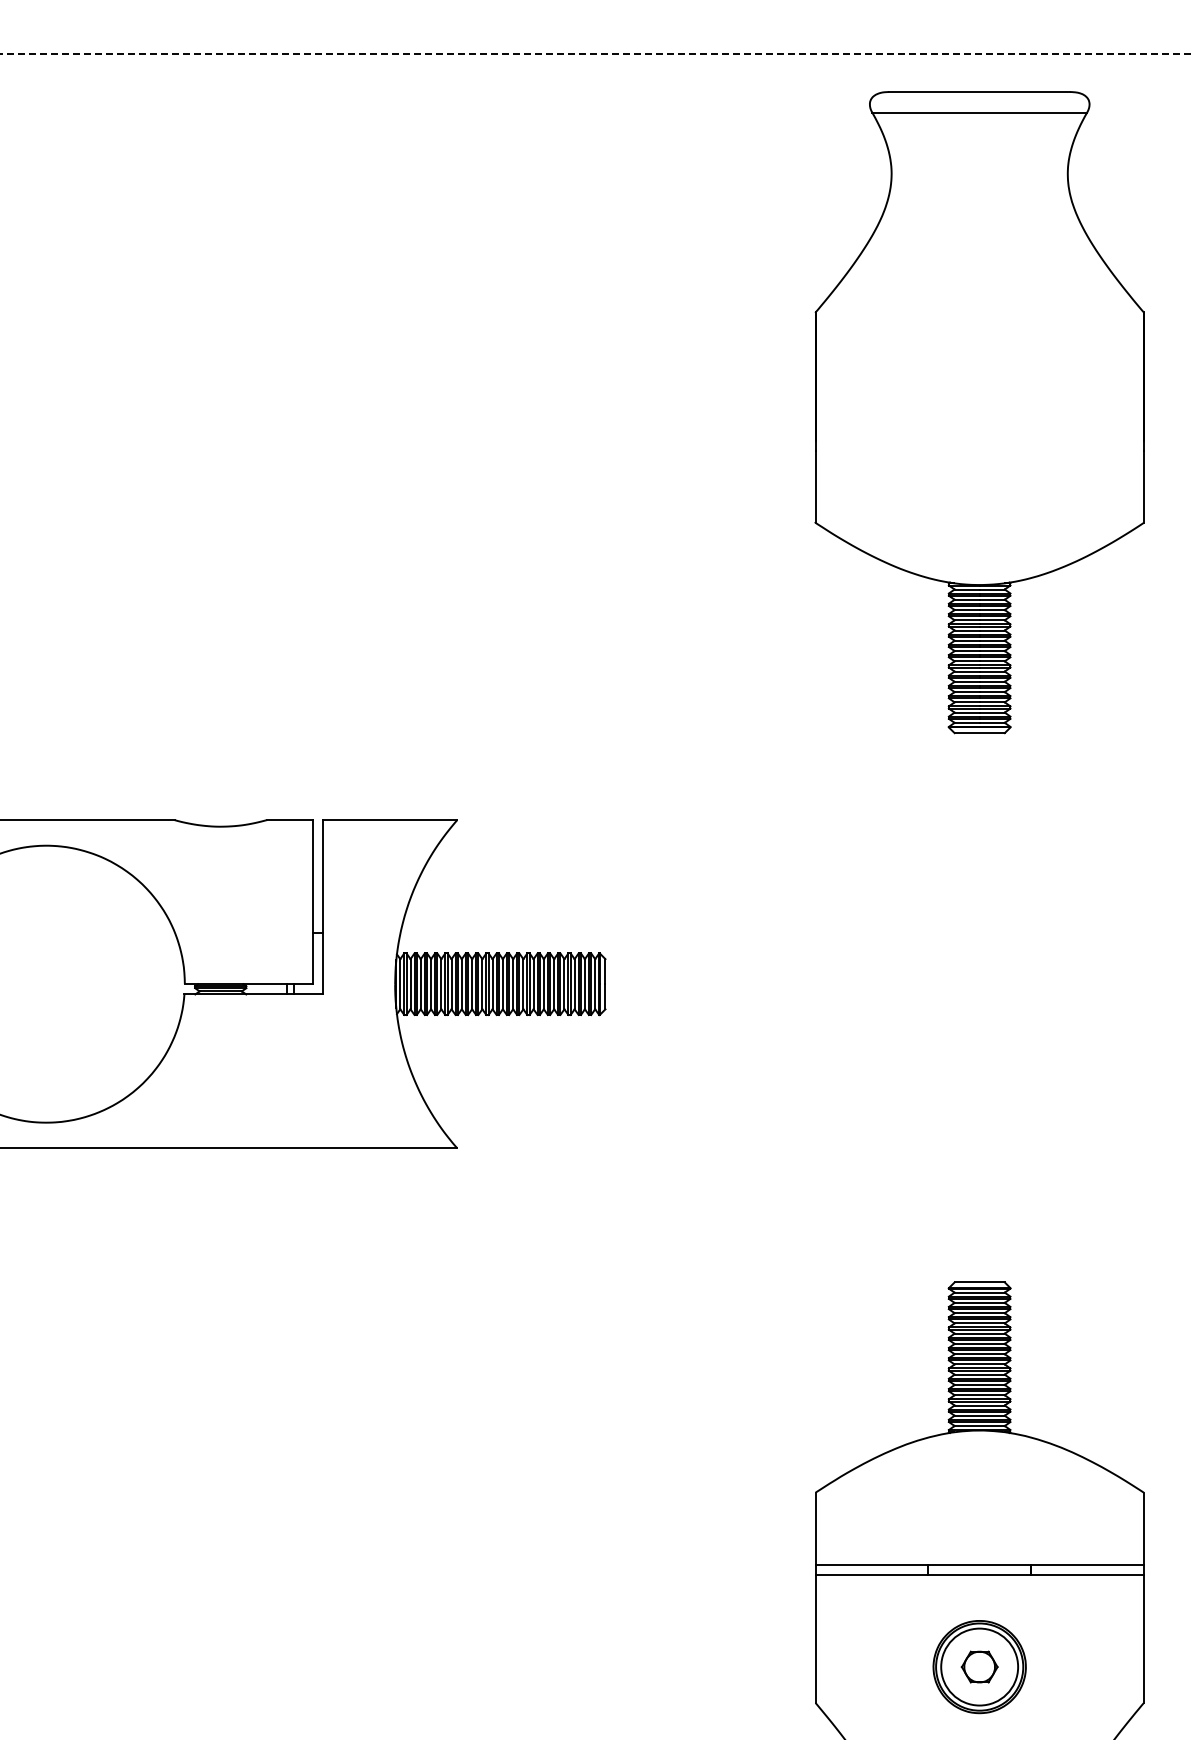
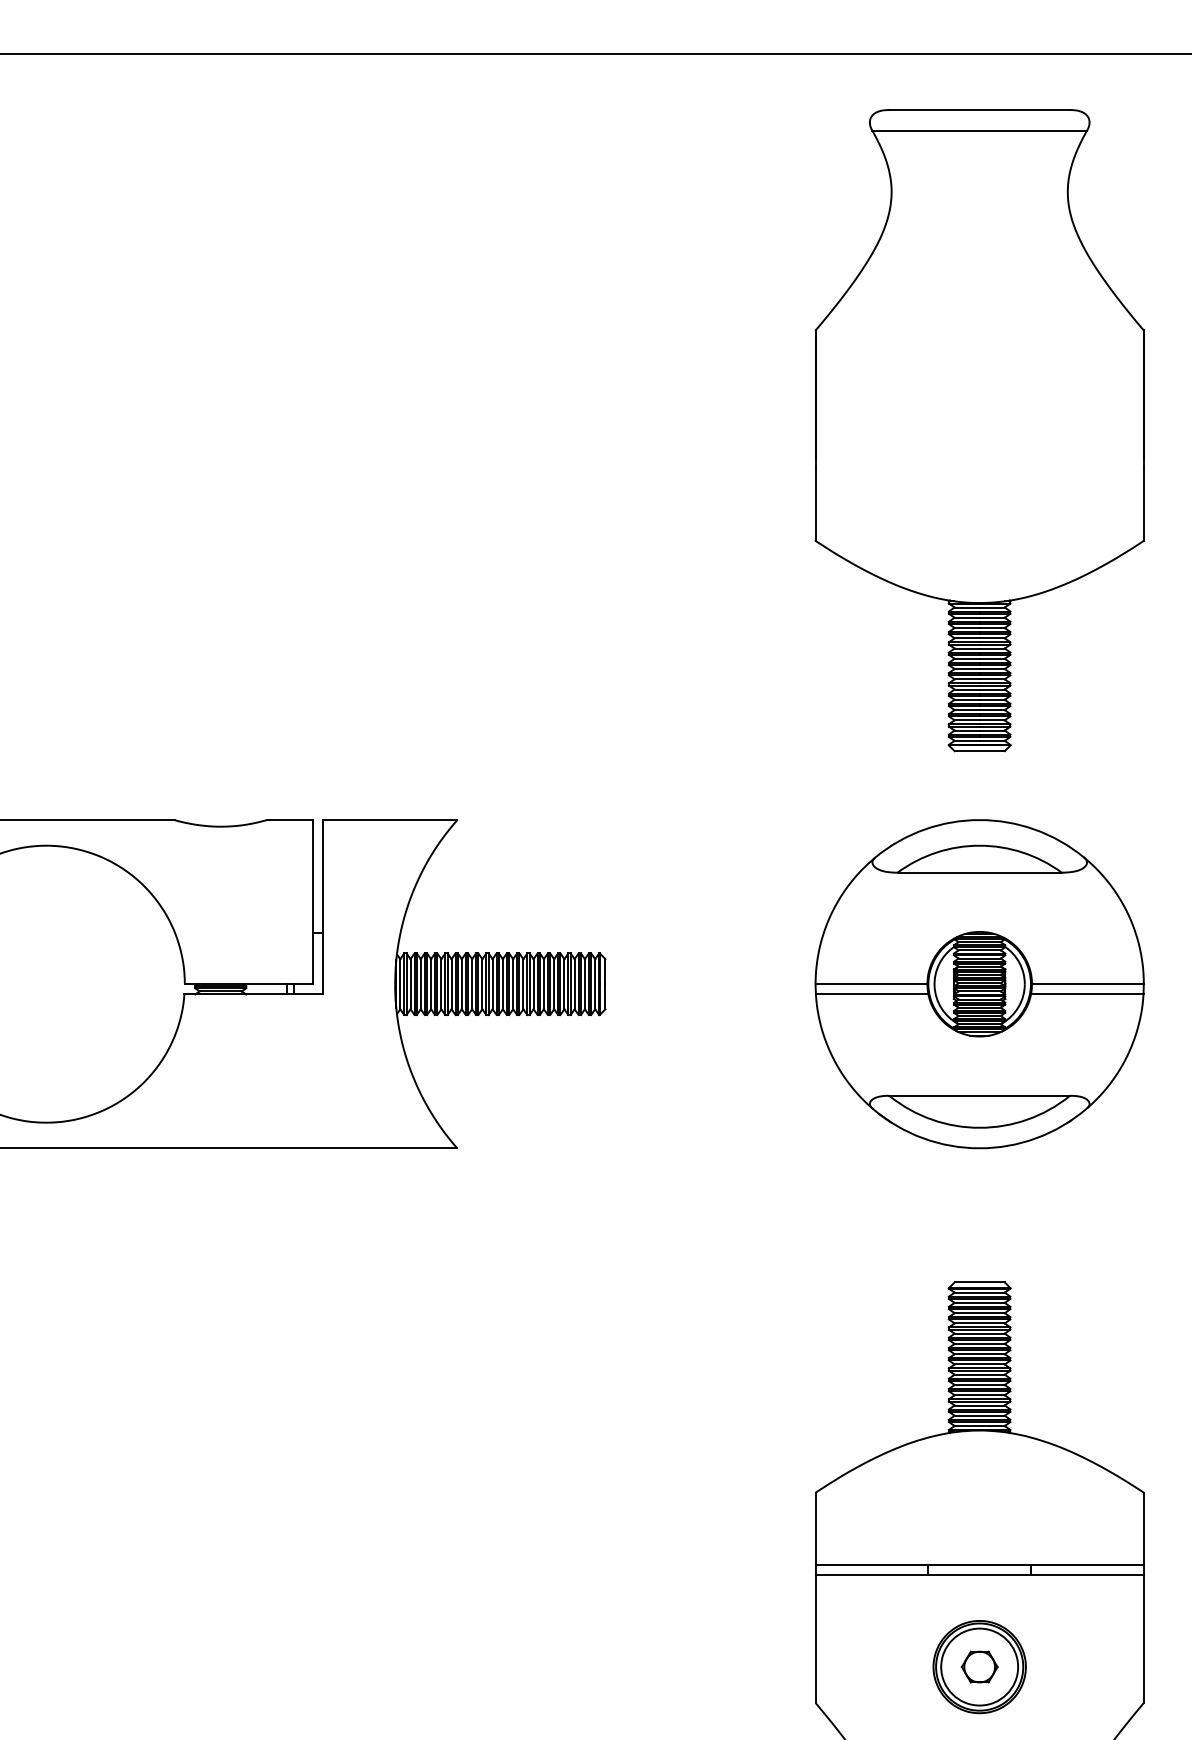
line at (595, 53): dashed -> solid
part at (979, 412) position: (979, 412) -> (979, 430)
part at (979, 984): none -> present
